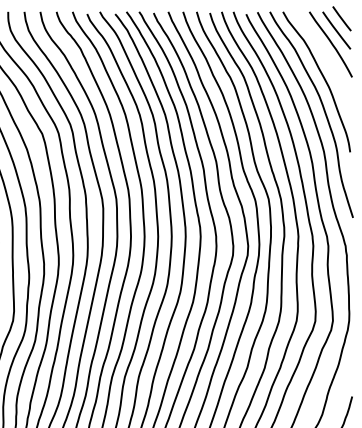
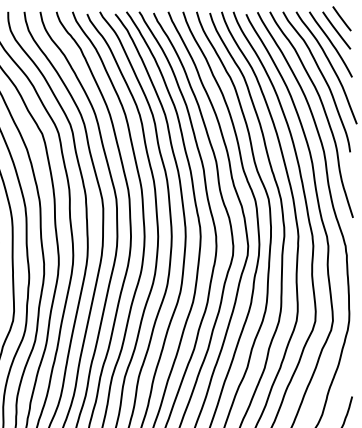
curve at (330, 66): none -> present
